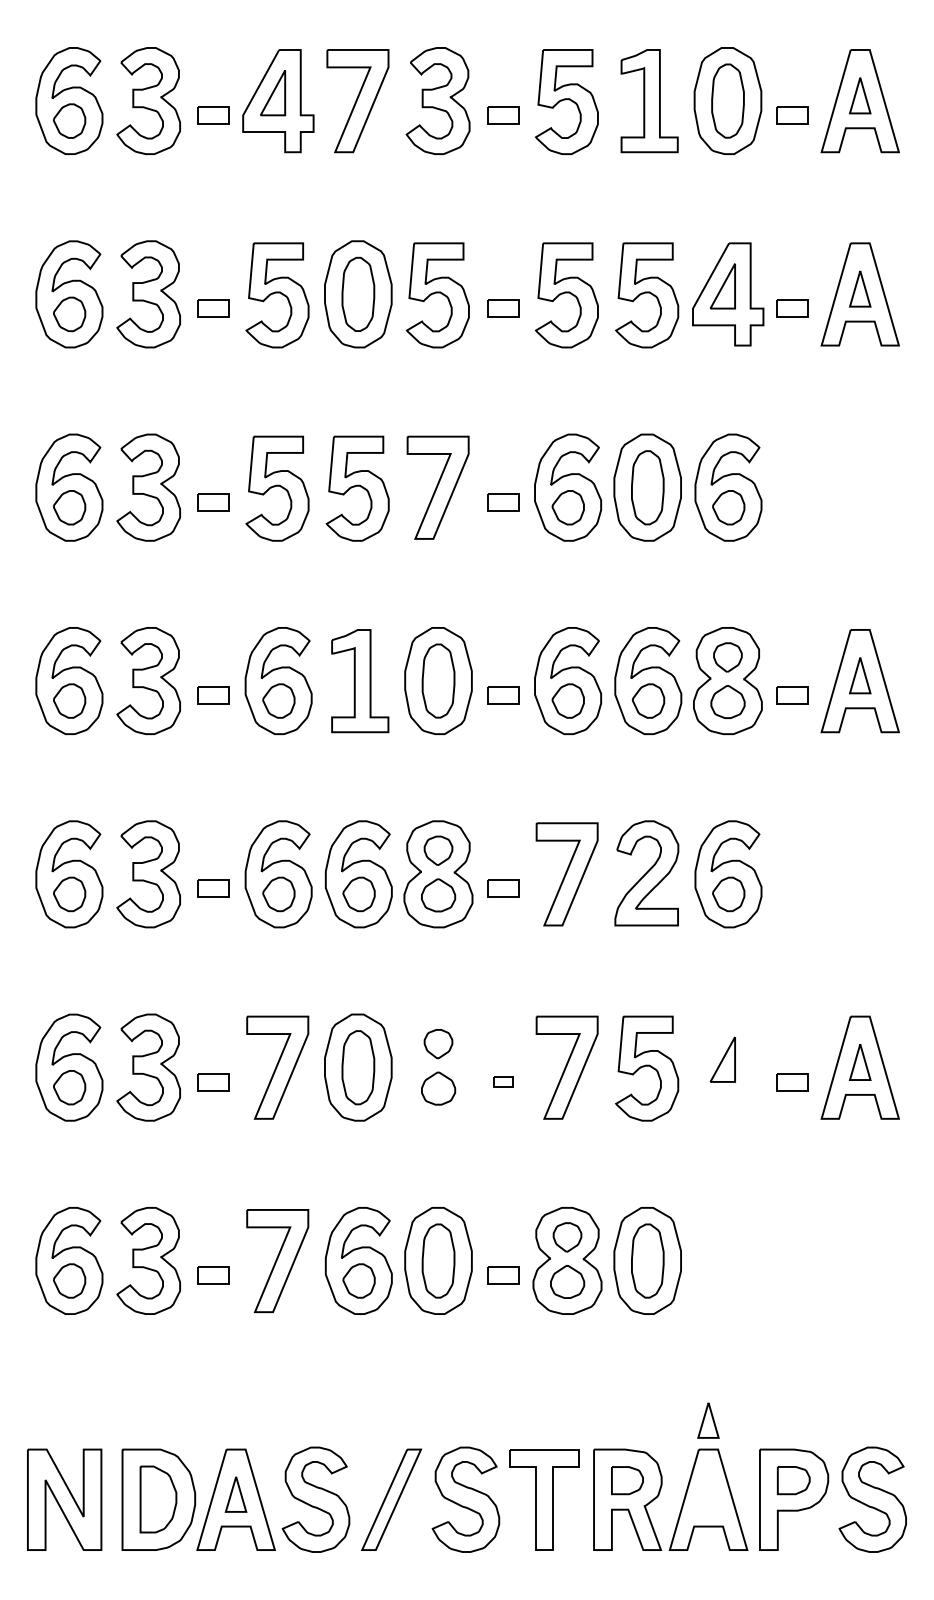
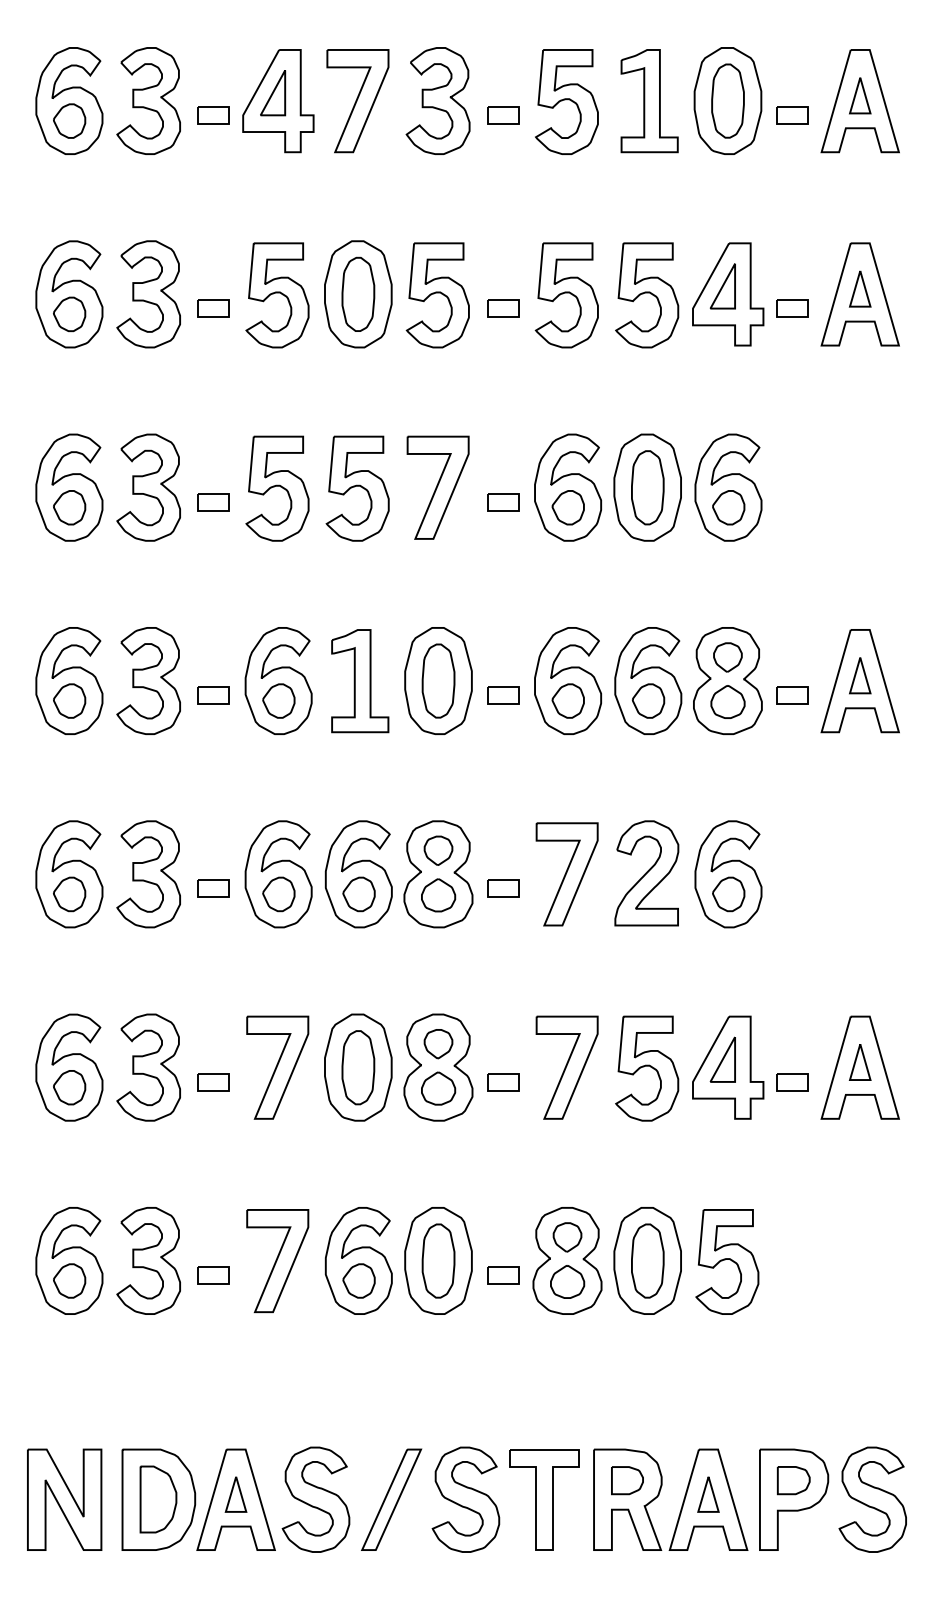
part at (438, 1067): none -> present
part at (728, 1067): none -> present
part at (503, 1081) size: 21x12 px -> 33x19 px
part at (727, 1261): none -> present
part at (708, 1420) position: (708, 1420) -> (708, 1494)
